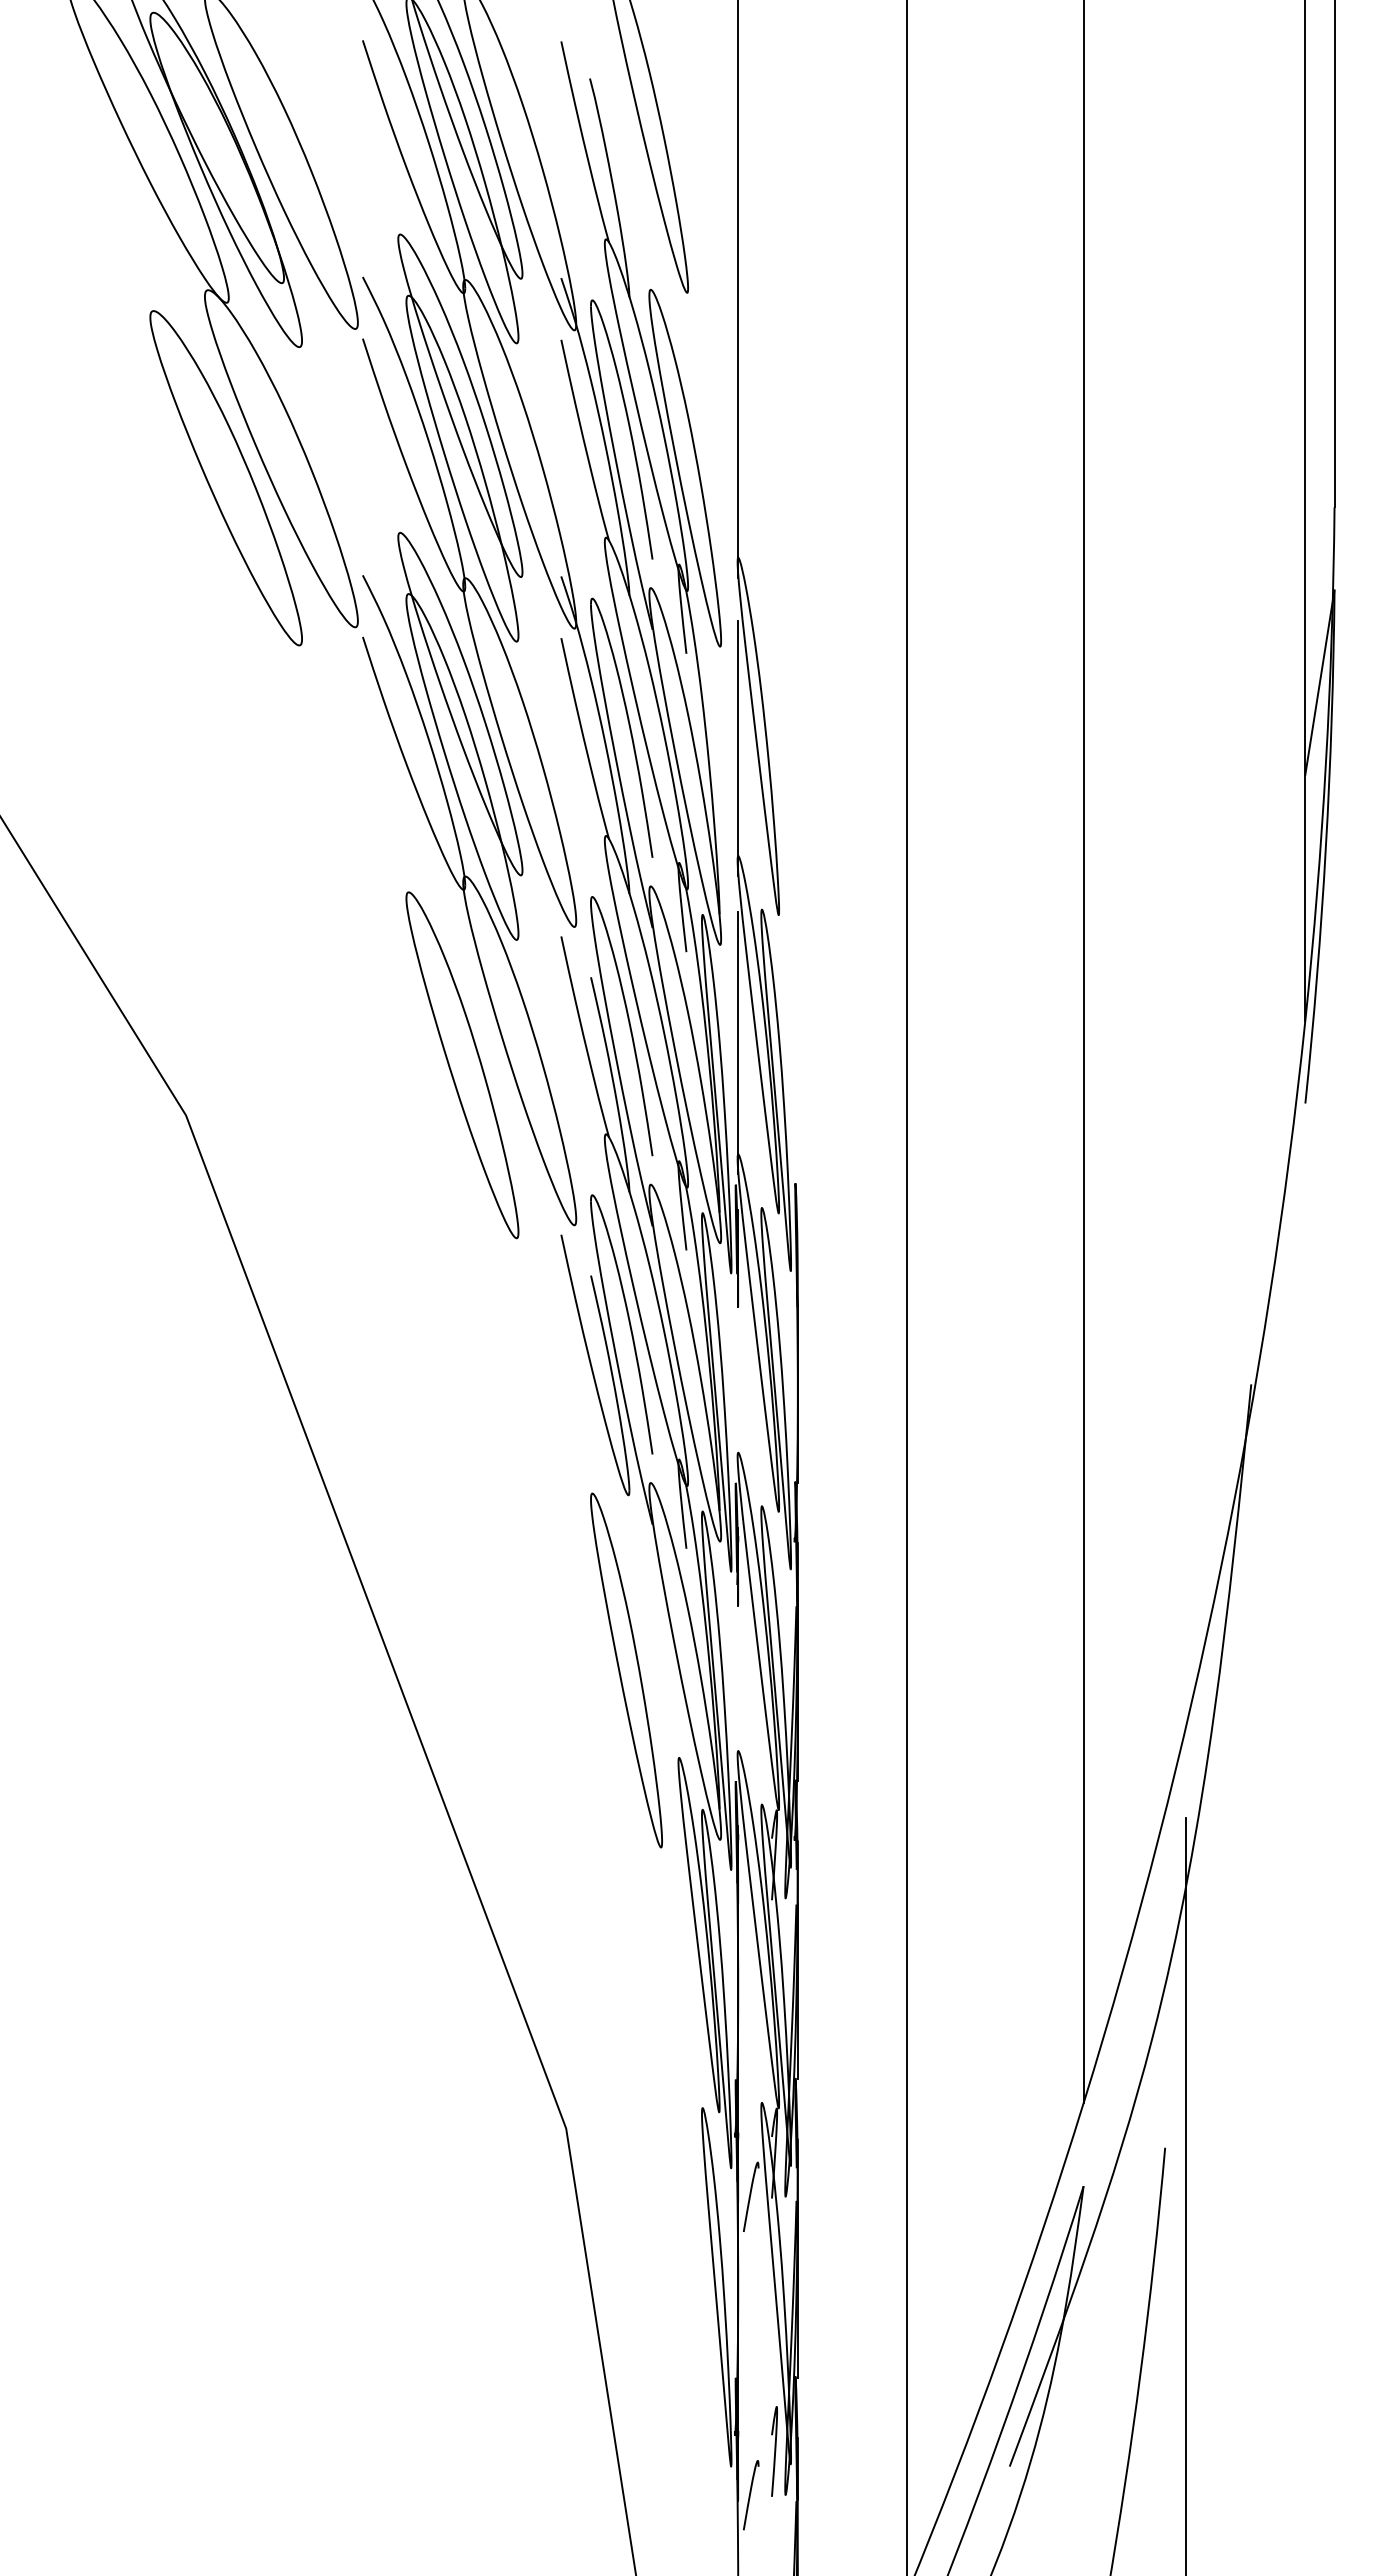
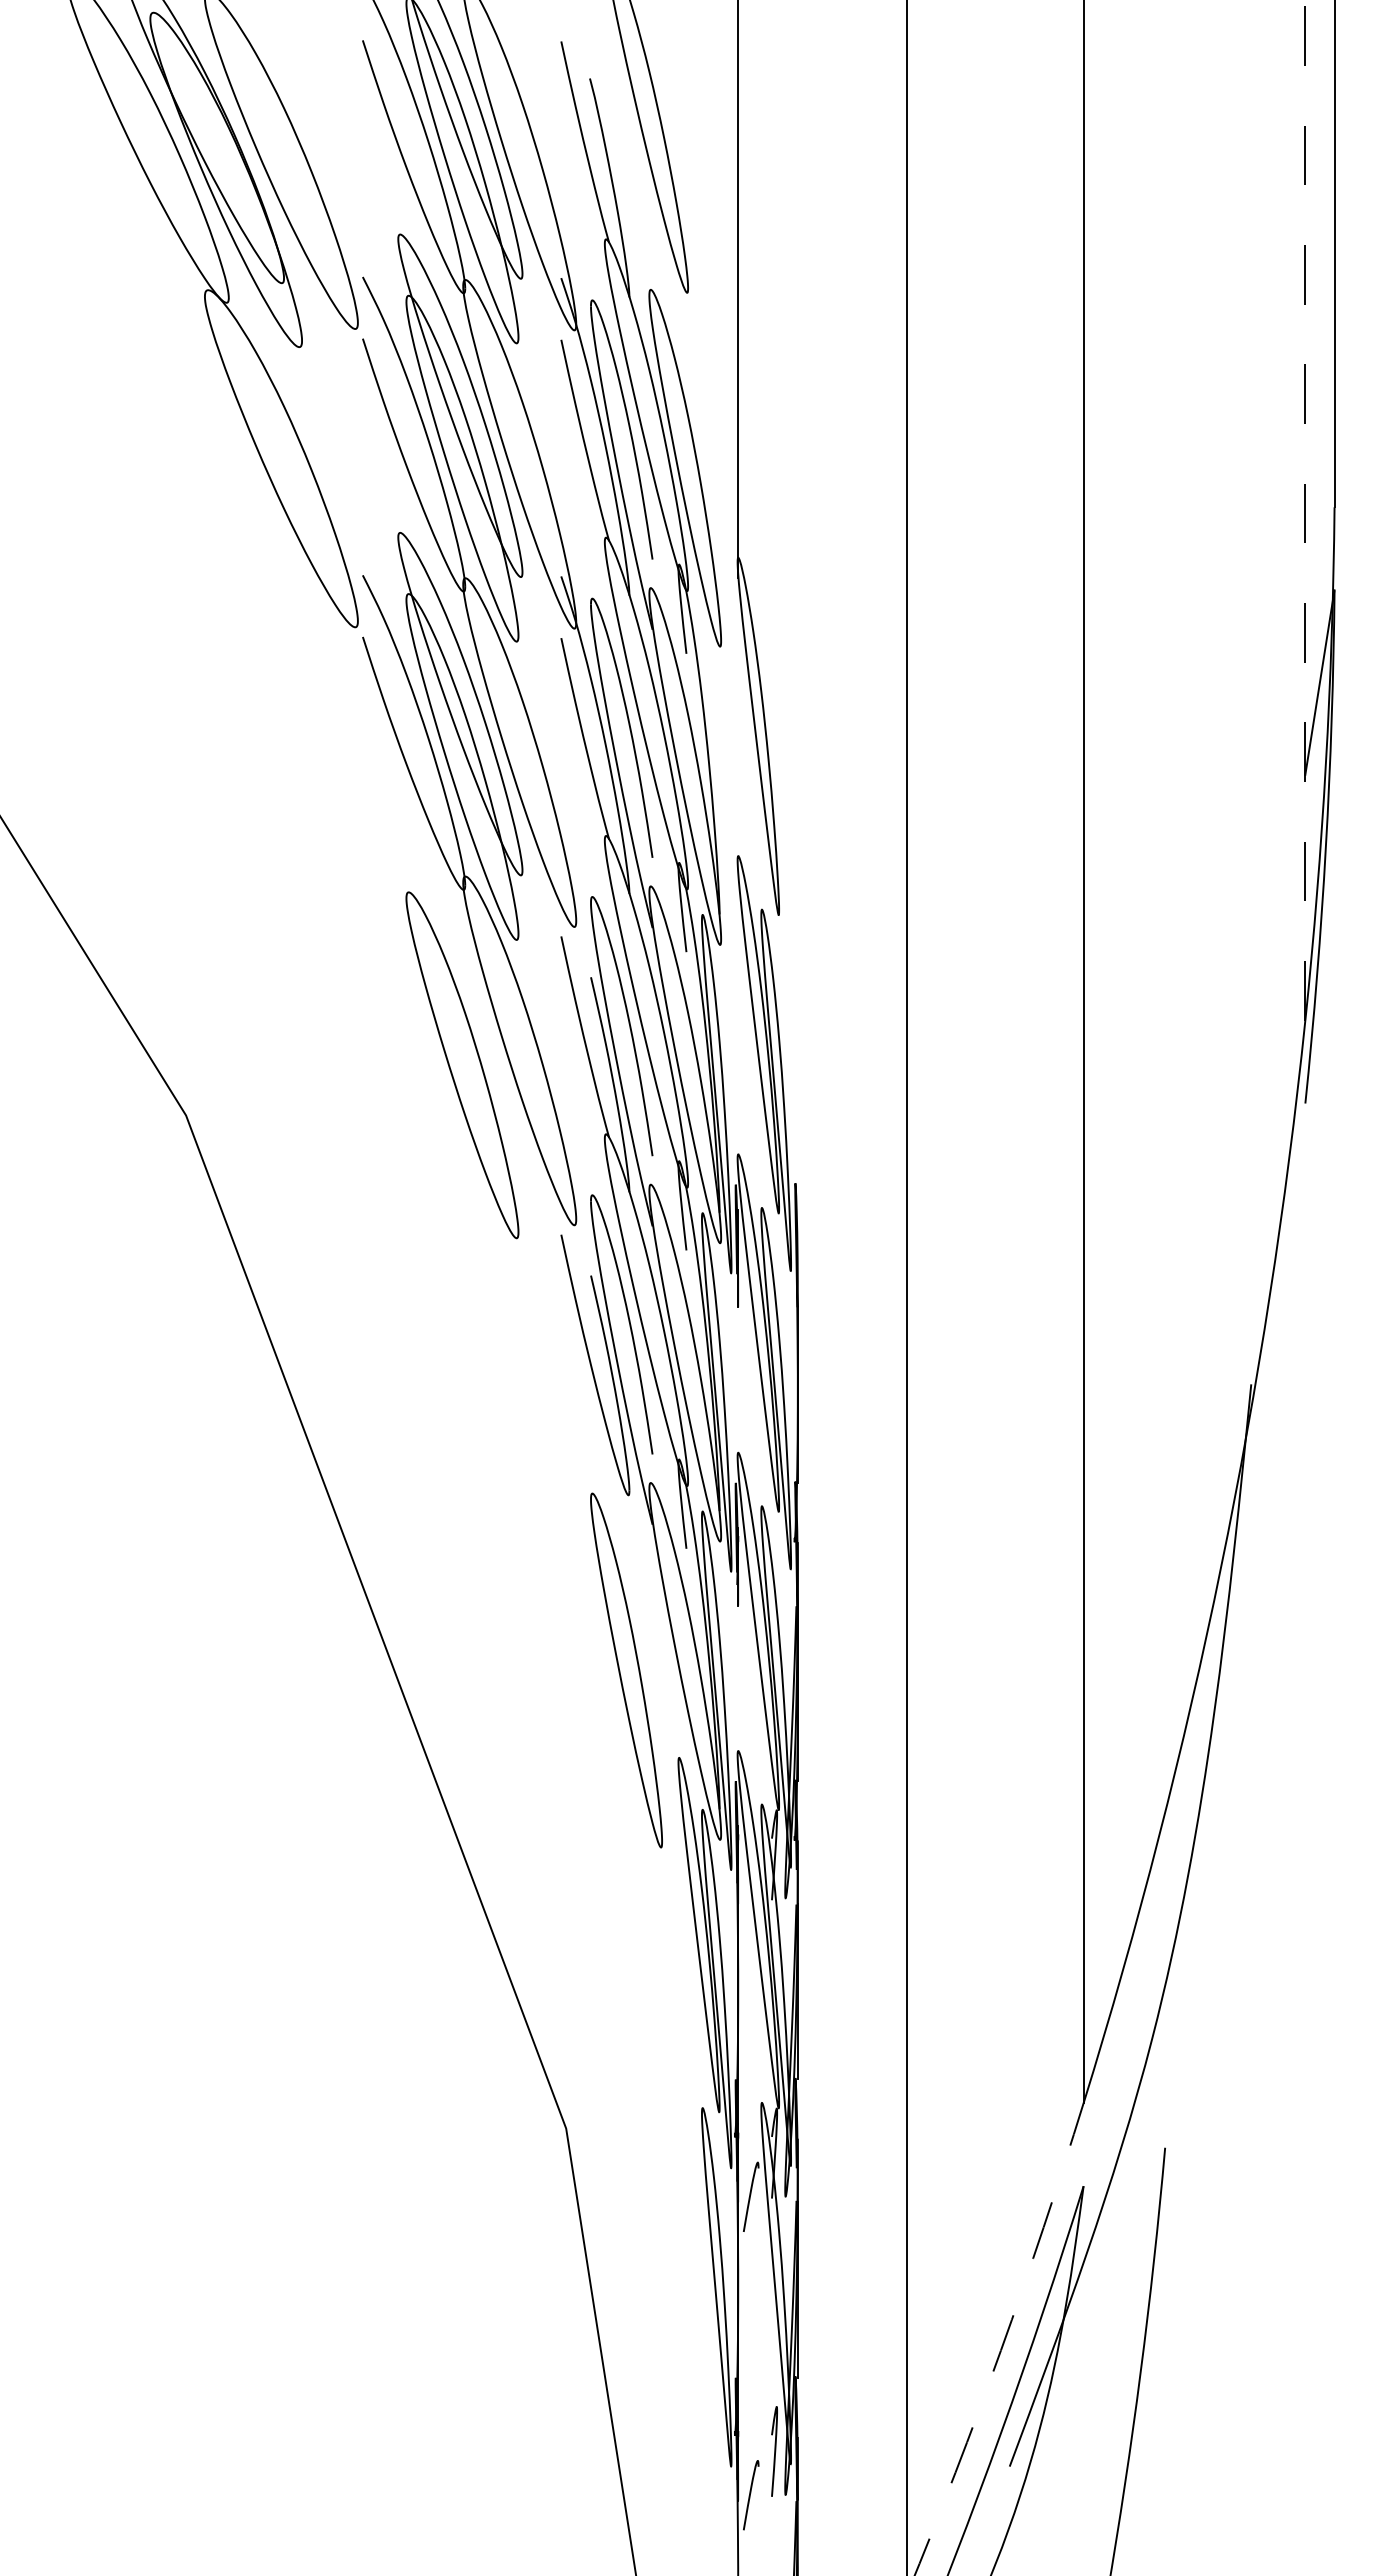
part at (225, 478): present -> none
line at (1305, 509): solid -> dashed
line at (738, 748): present -> none
line at (738, 1042): present -> none
line at (1185, 2195): present -> none
arc at (1004, 2341): solid -> dashed
